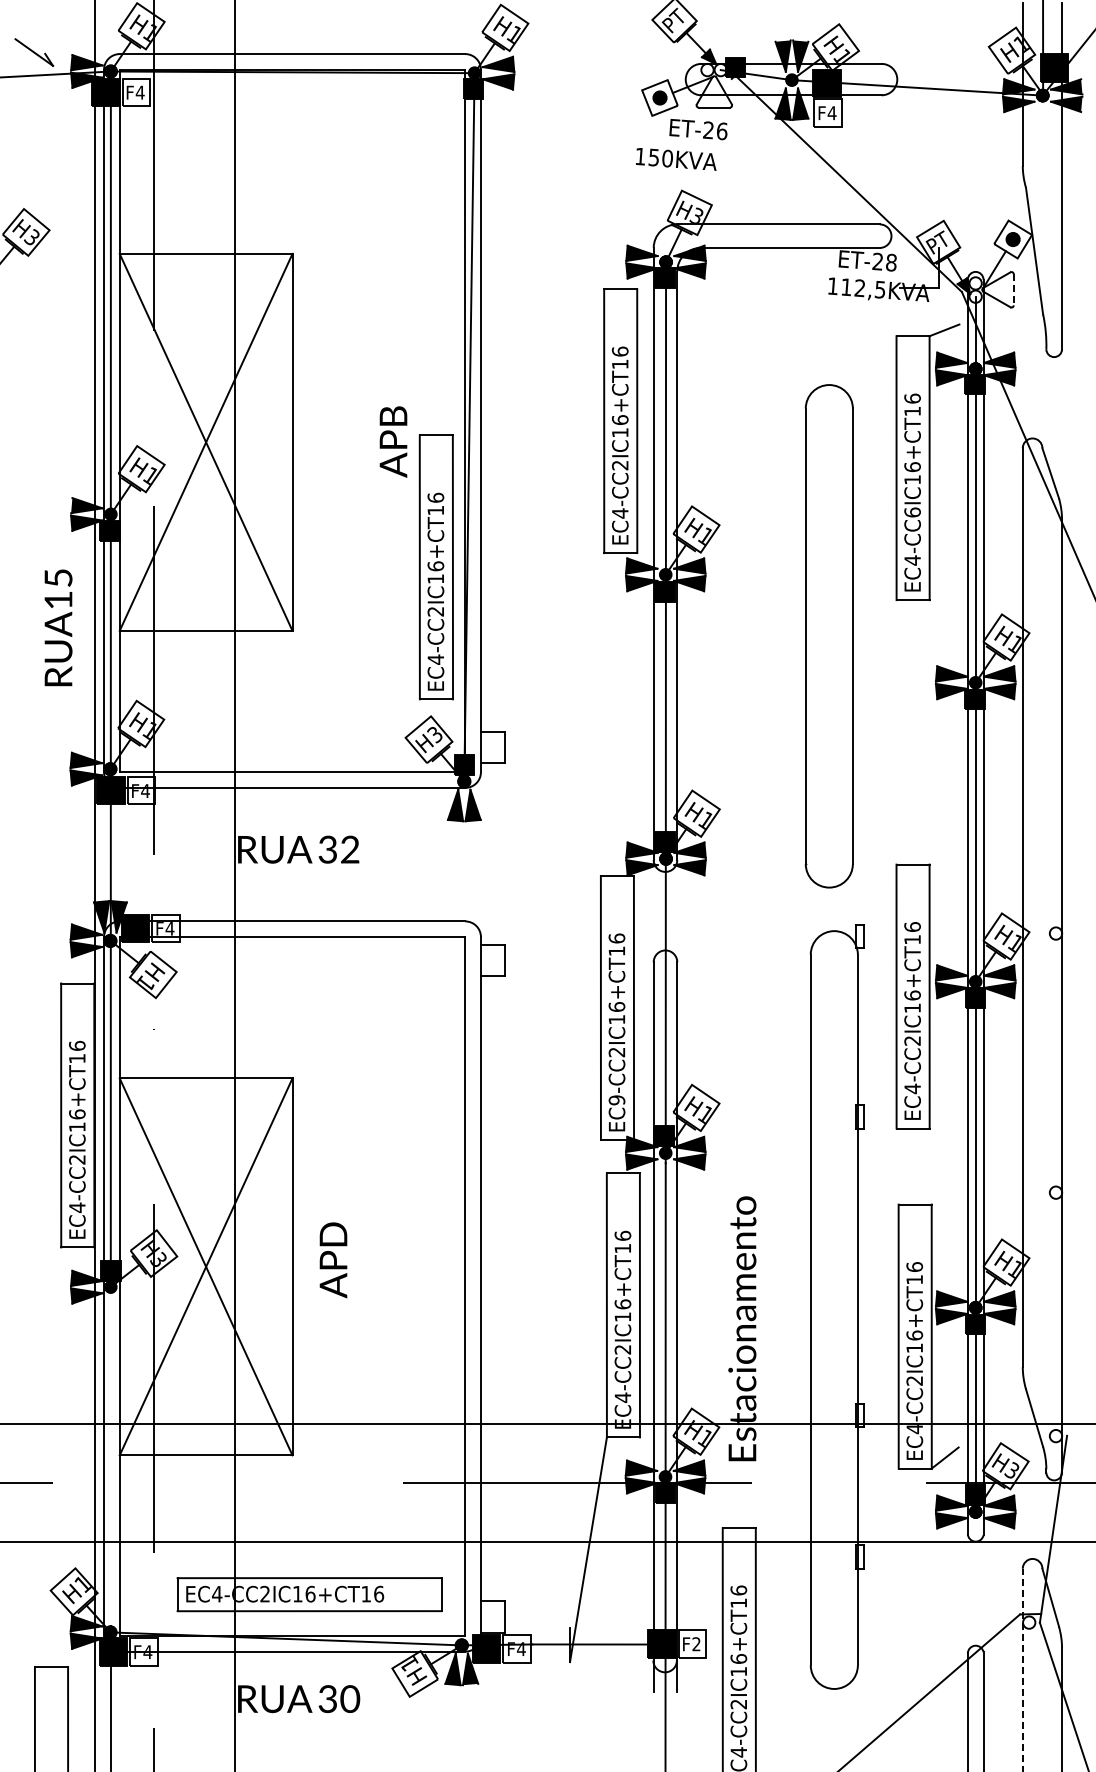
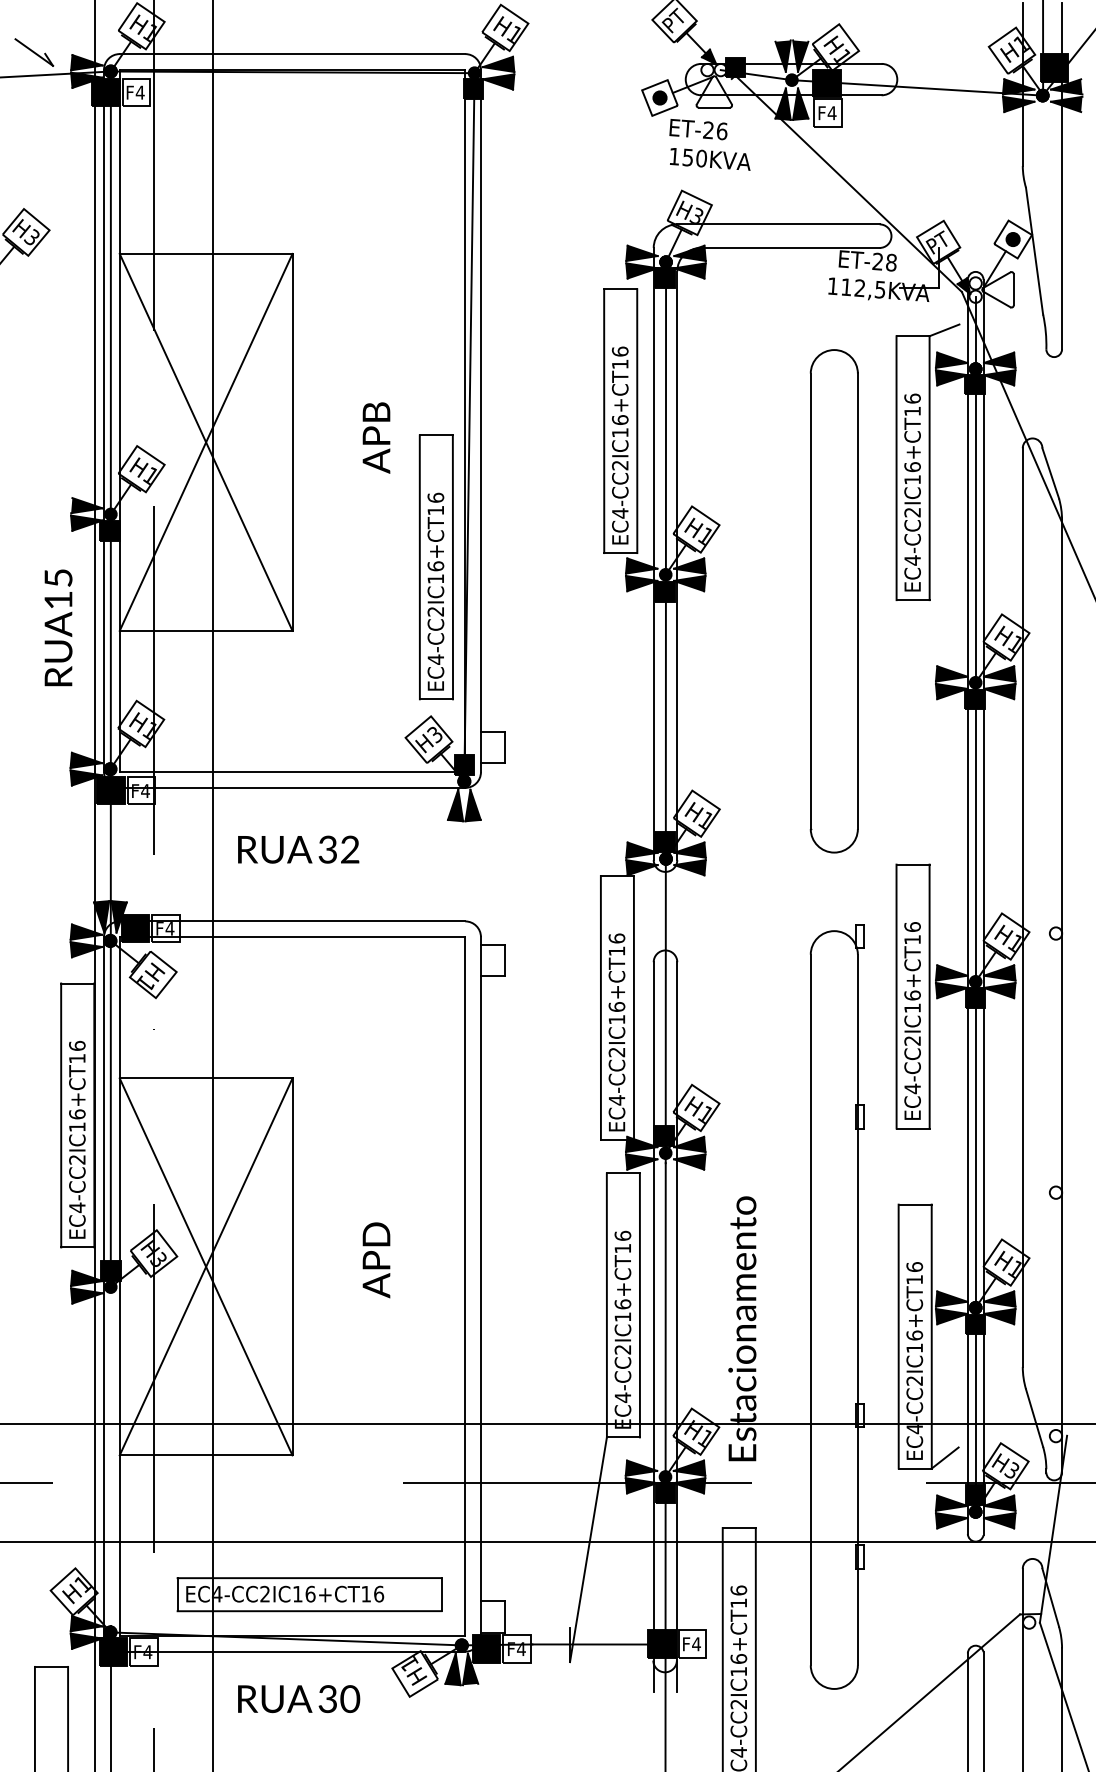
text at (676, 159) position: (676, 159) -> (710, 159)
line at (1013, 289): dashed -> solid
text at (393, 441) position: (393, 441) -> (376, 437)
text at (912, 512): EC4-CC6IC16+CT16 -> EC4-CC2IC16+CT16
part at (828, 636) position: (828, 636) -> (833, 601)
line at (234, 885) position: (234, 885) -> (212, 885)
text at (616, 1100): EC9-CC2IC16+CT16 -> EC4-CC2IC16+CT16
text at (333, 1260) position: (333, 1260) -> (376, 1260)
text at (696, 1644): F2 -> F4
line at (1022, 1669): dashed -> solid
